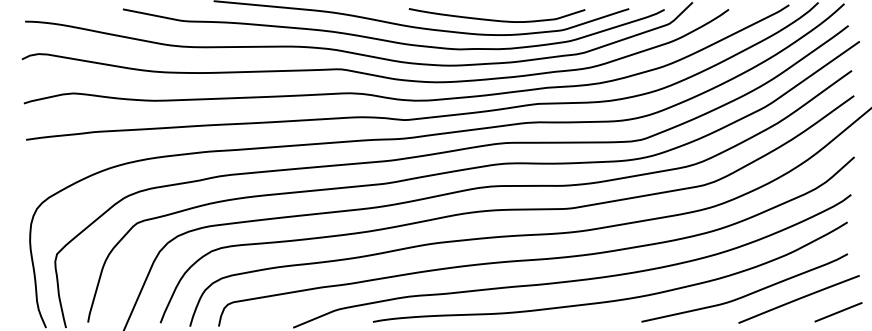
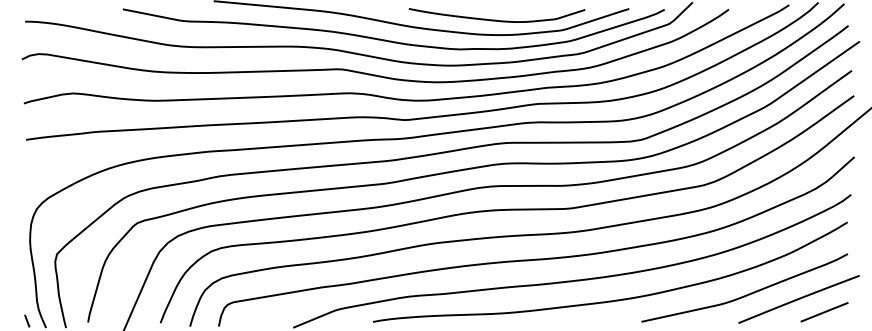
line at (838, 312) position: (838, 312) -> (824, 312)
line at (27, 320): none -> present
